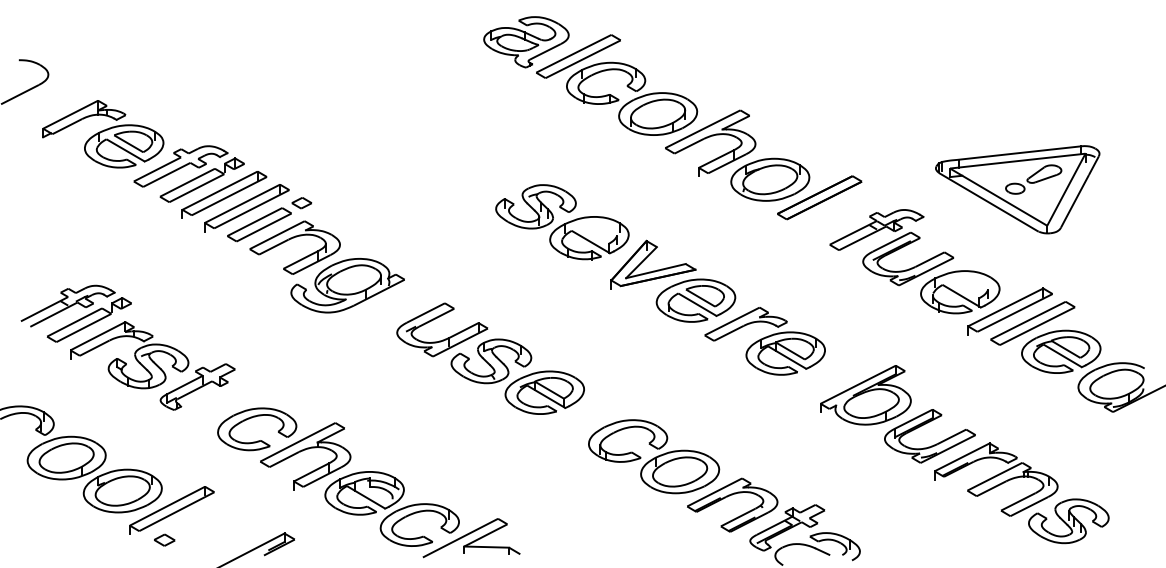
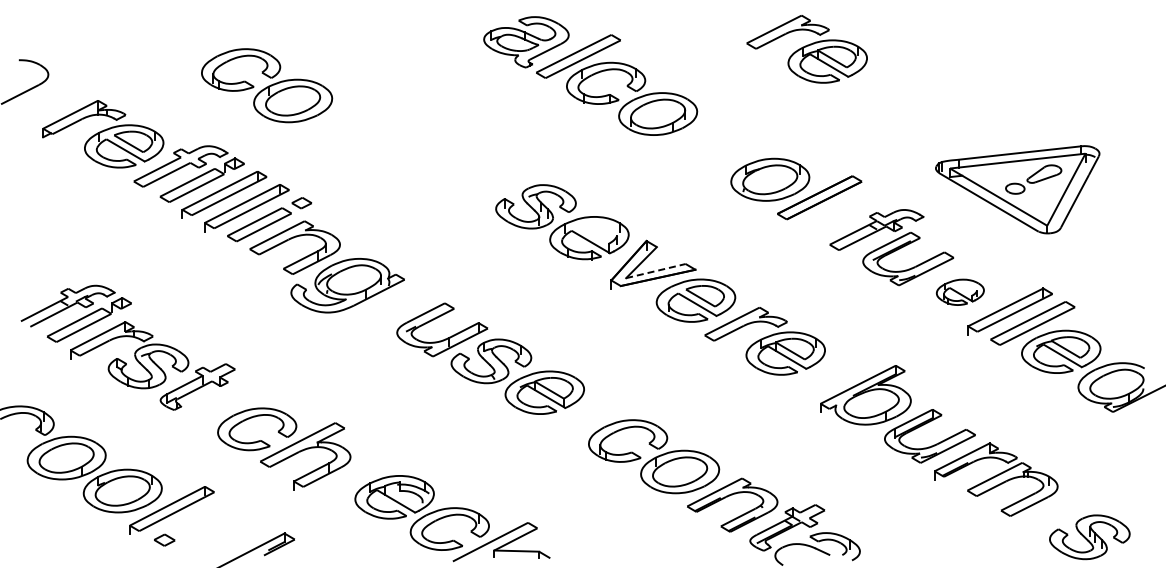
part at (806, 49): none -> present
part at (267, 85): none -> present
part at (710, 142): present -> none
line at (655, 271): solid -> dashed
part at (960, 292) size: 81x45 px -> 50x28 px
part at (422, 514) position: (422, 514) -> (452, 518)
part at (1068, 521) position: (1068, 521) -> (1089, 537)
